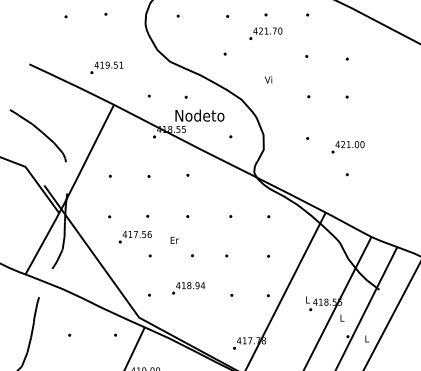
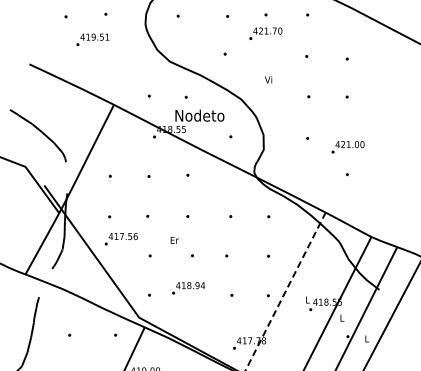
text at (106, 67) position: (106, 67) -> (92, 39)
text at (134, 237) position: (134, 237) -> (120, 239)
line at (285, 291): solid -> dashed
